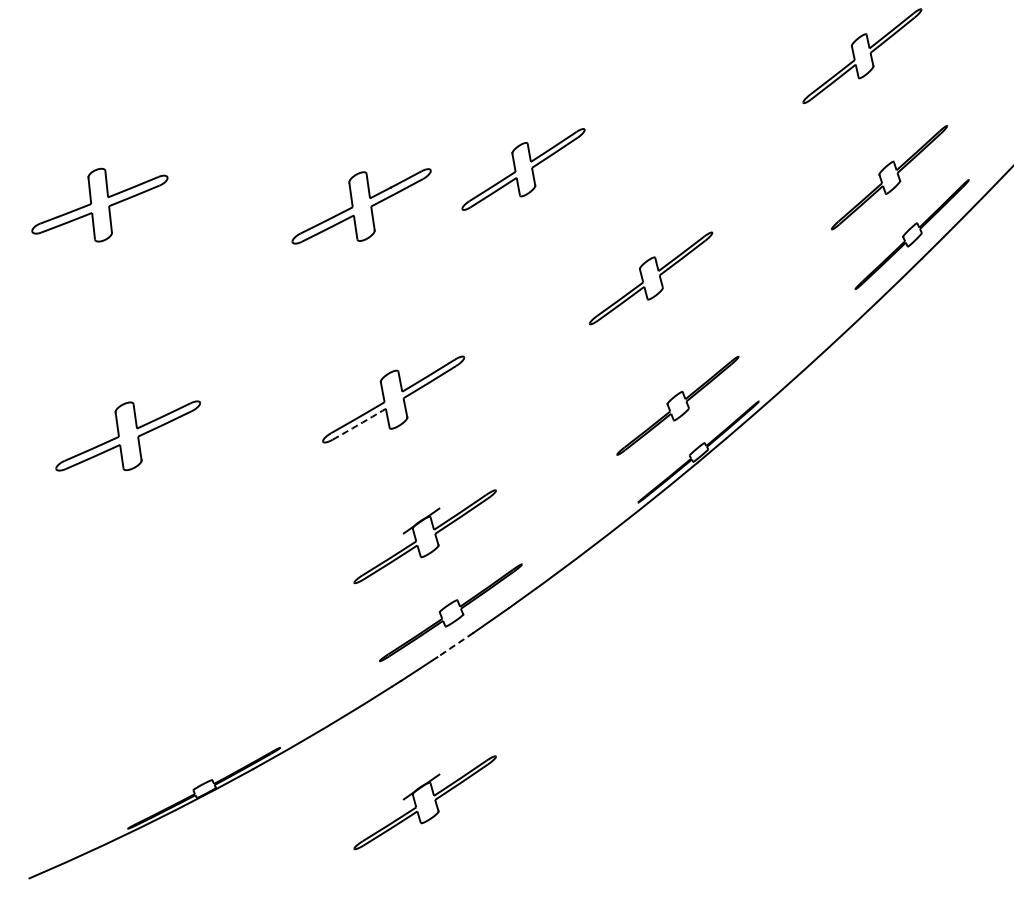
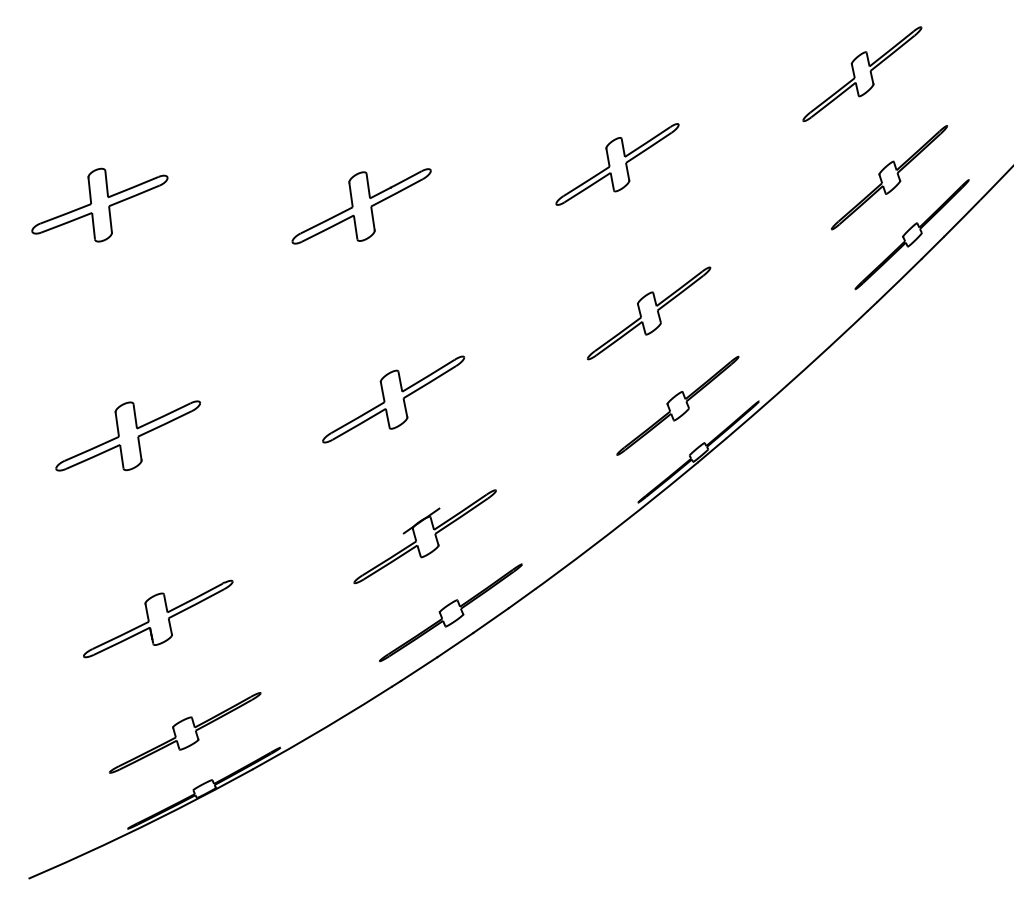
part at (862, 55) position: (862, 55) -> (862, 73)
part at (523, 169) position: (523, 169) -> (617, 164)
part at (651, 278) position: (651, 278) -> (649, 313)
arc at (359, 424): dashed -> solid
part at (158, 618): none -> present
line at (455, 645): dashed -> solid
part at (184, 732): none -> present
part at (424, 802): present -> none
